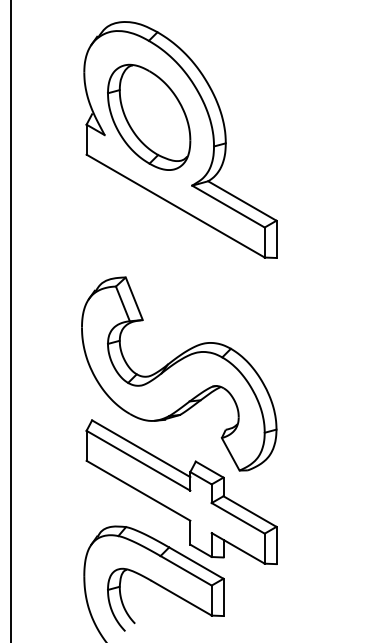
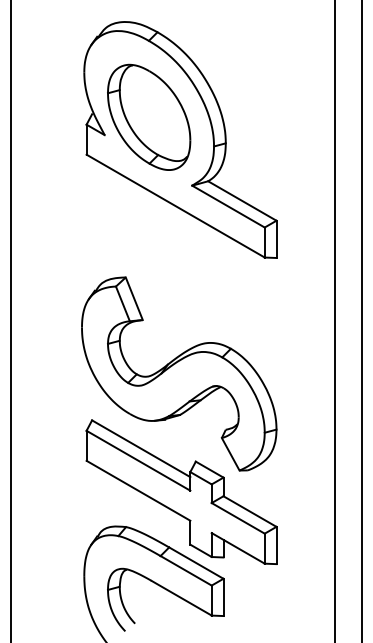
line at (334, 320): none -> present
line at (361, 320): none -> present
